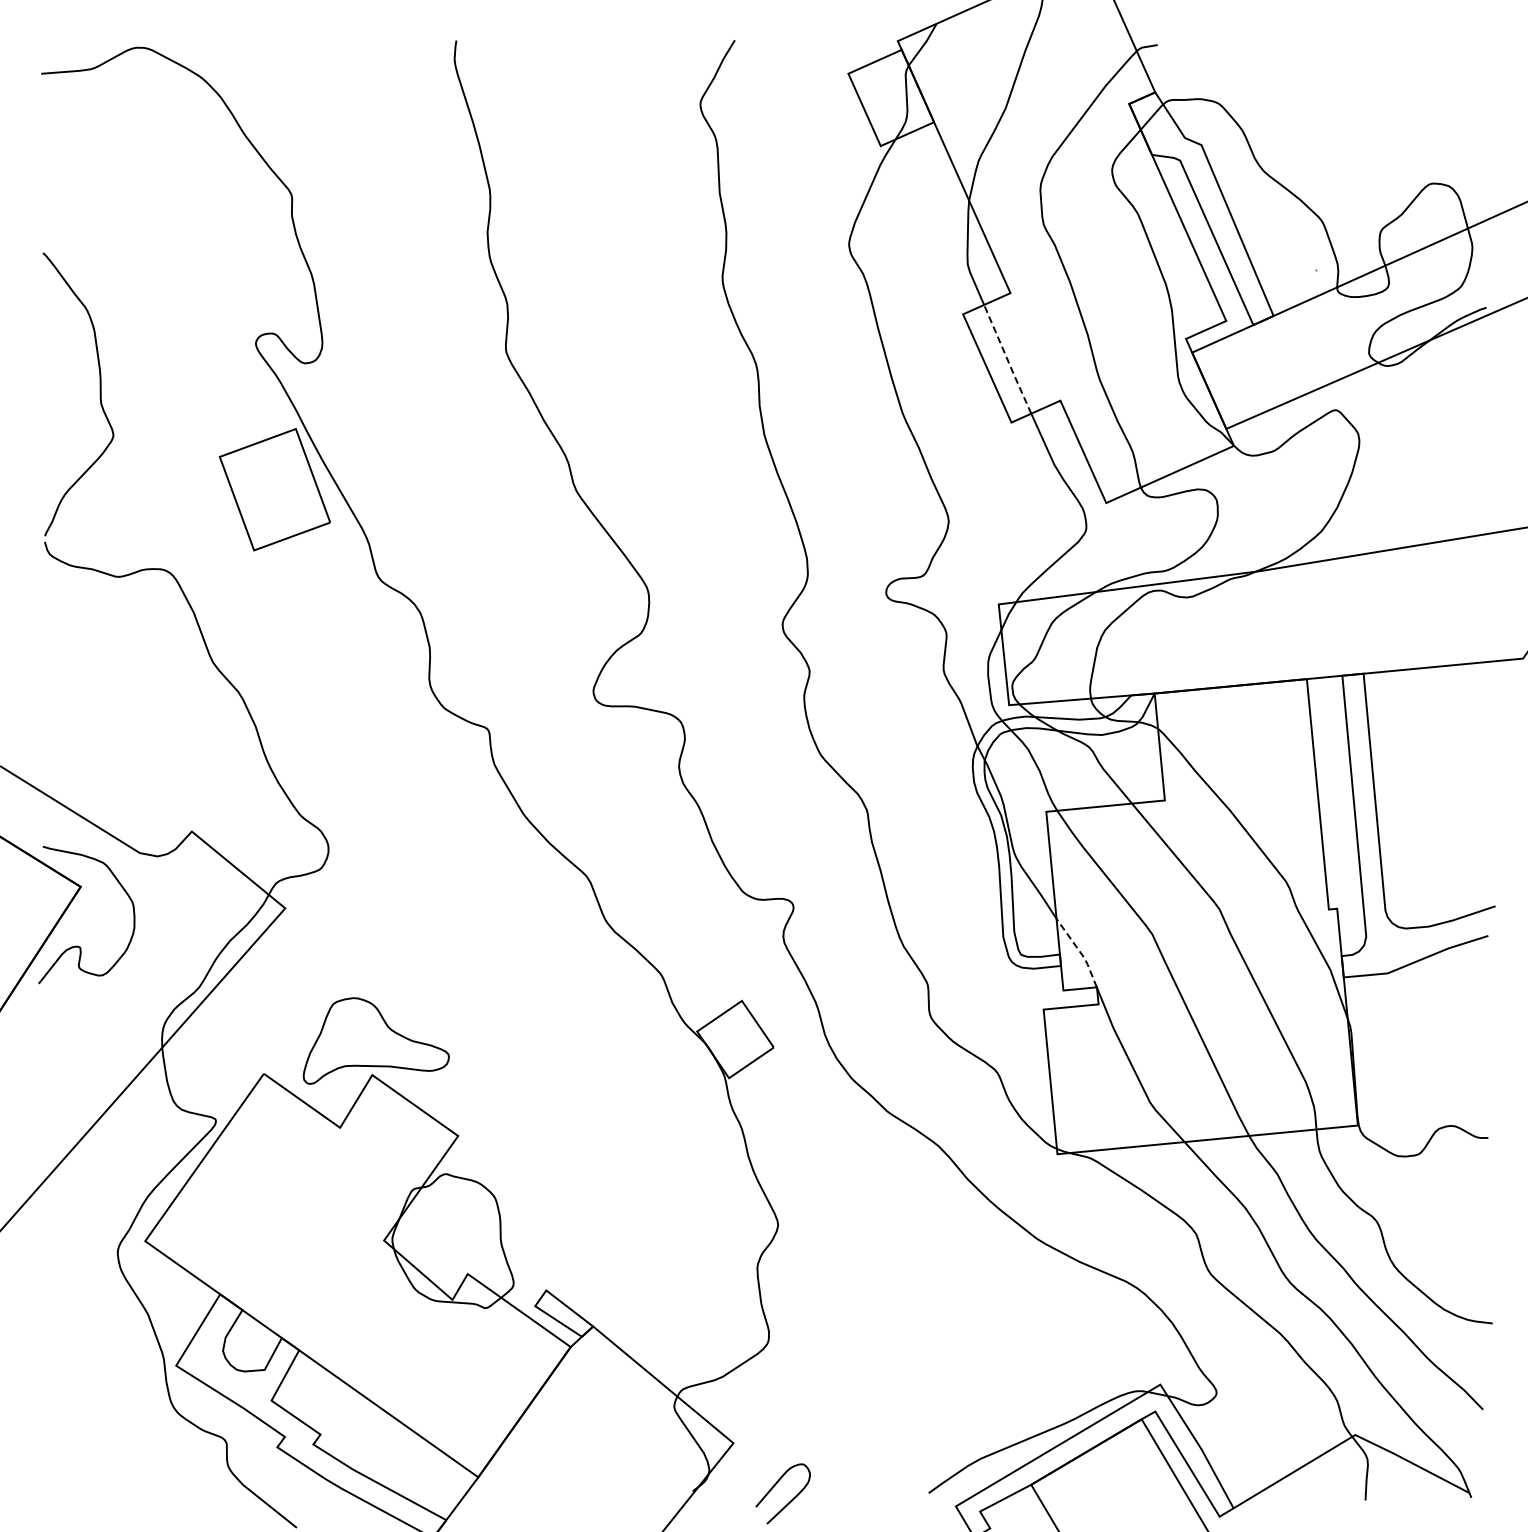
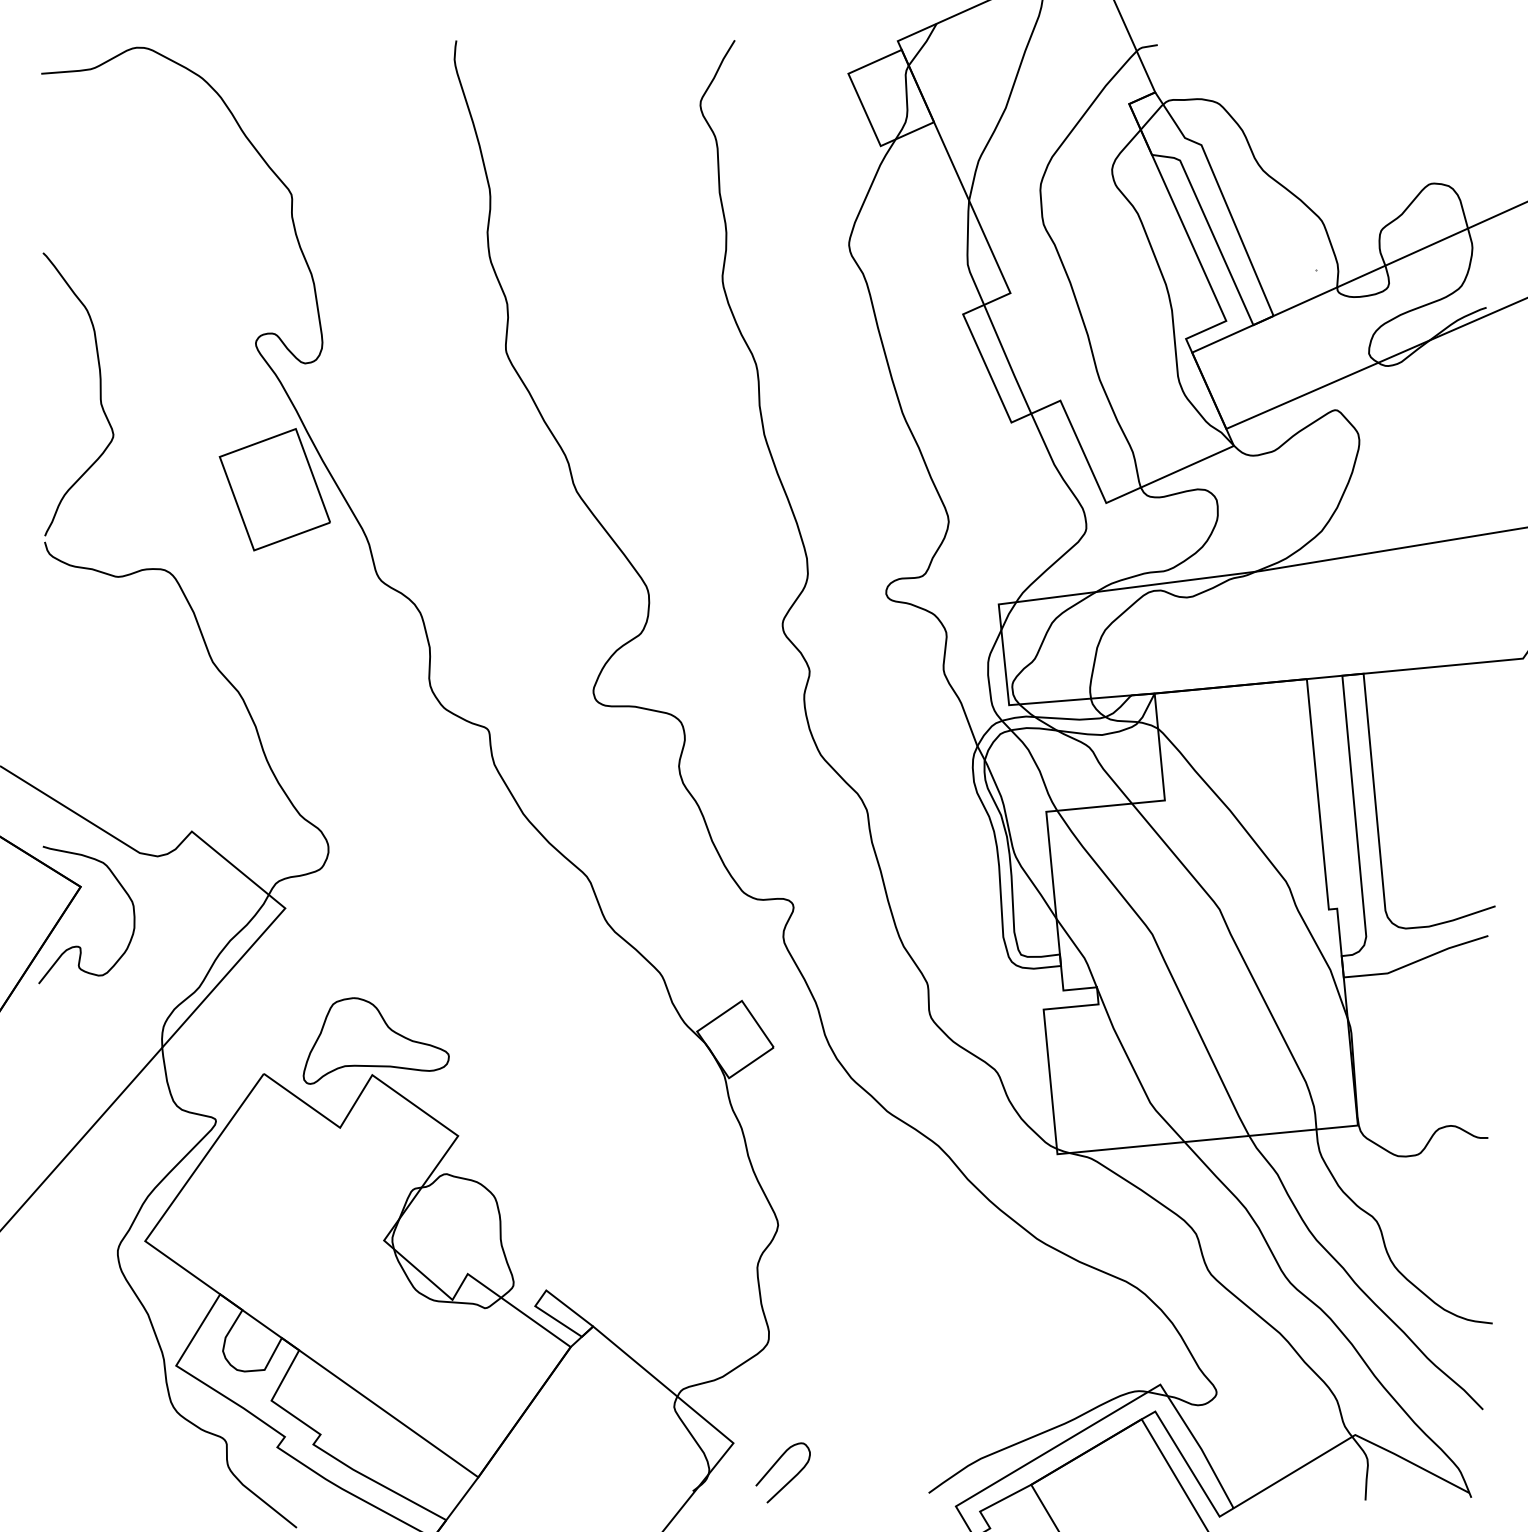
line at (1007, 359): dashed -> solid
line at (1080, 952): dashed -> solid
curve at (773, 1488) position: (773, 1488) -> (773, 1467)
